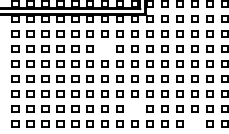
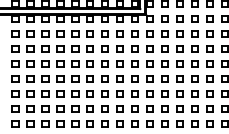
part at (104, 48): none -> present
part at (134, 108): none -> present
part at (194, 123): none -> present
